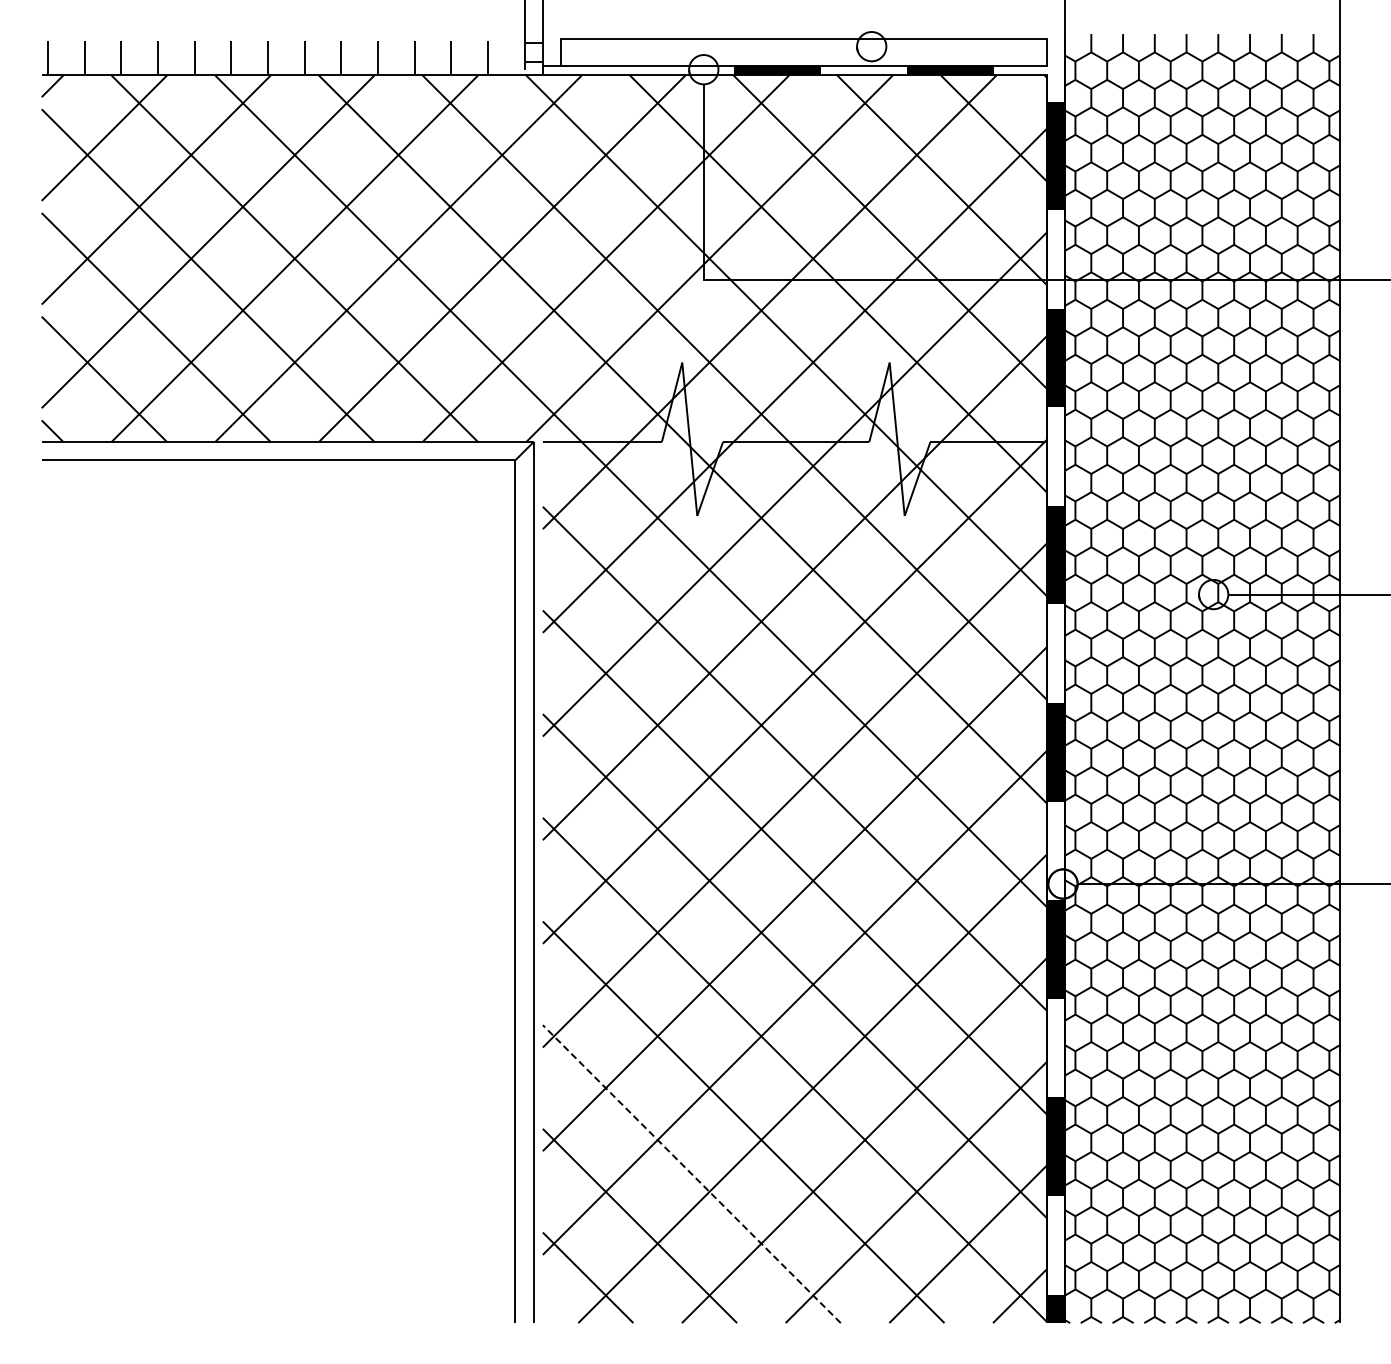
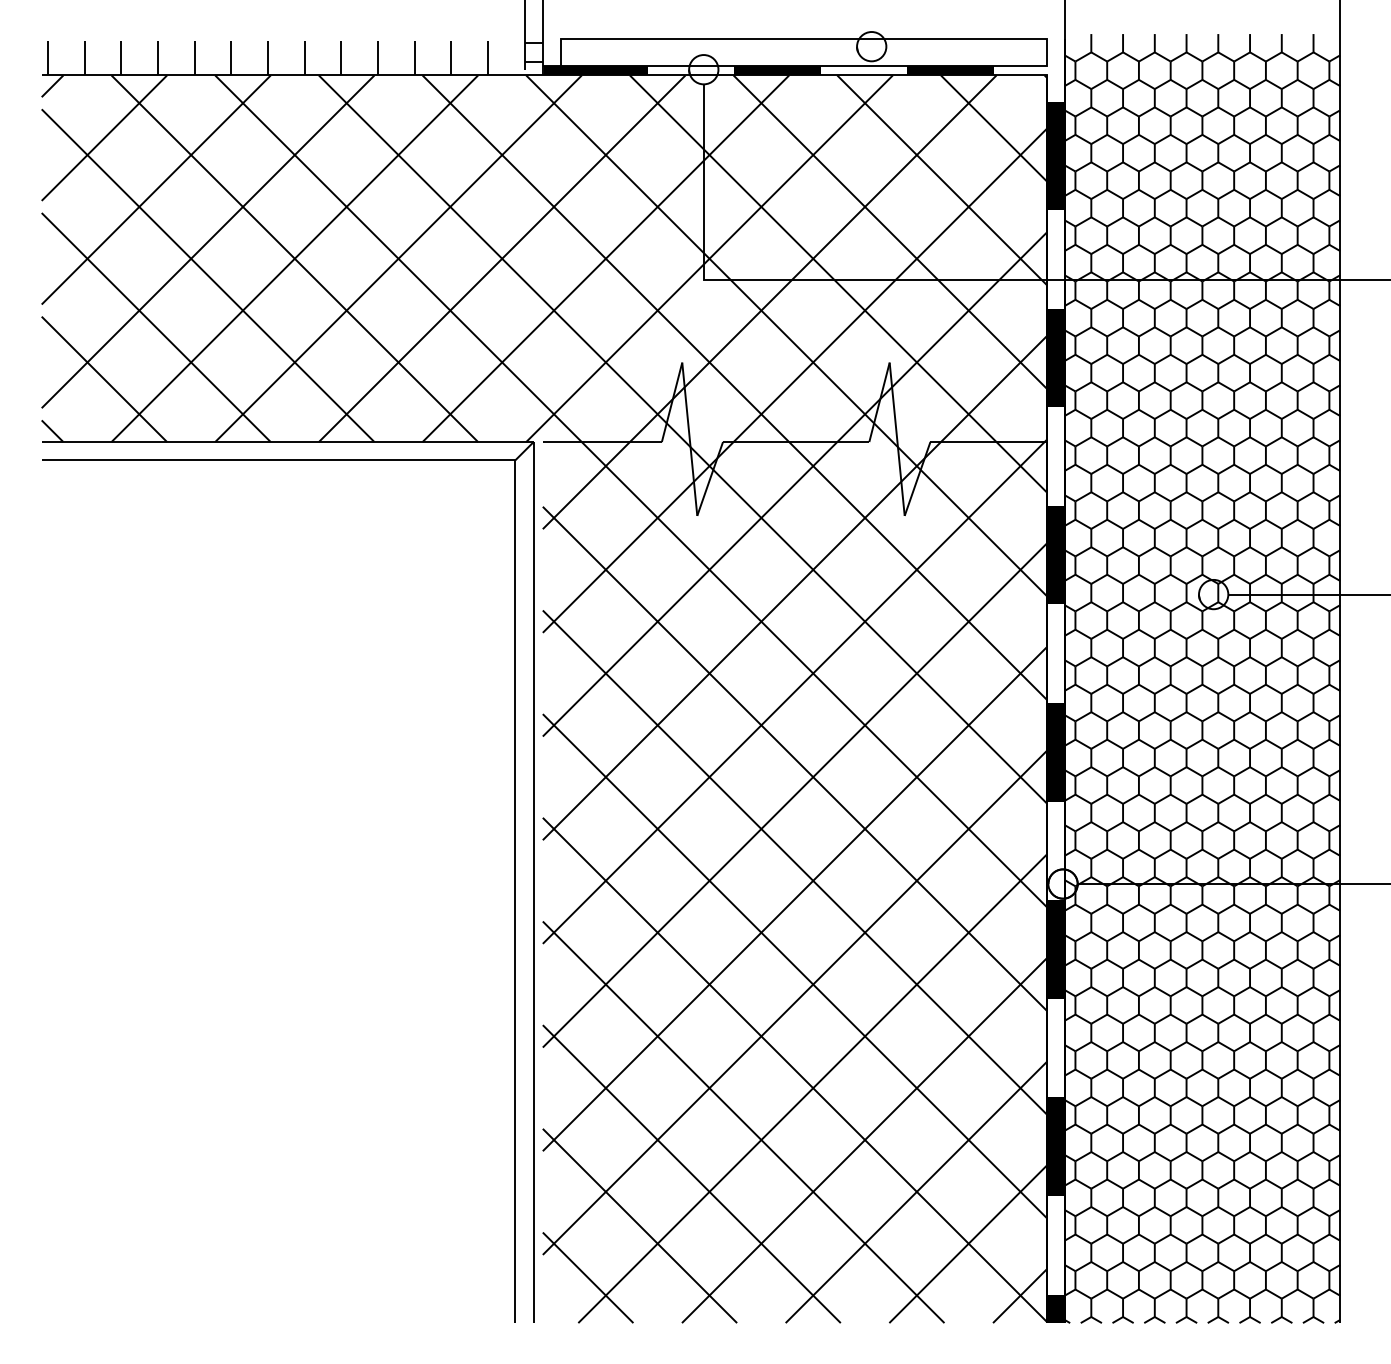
fill at (595, 70): none -> present
line at (691, 1174): dashed -> solid
